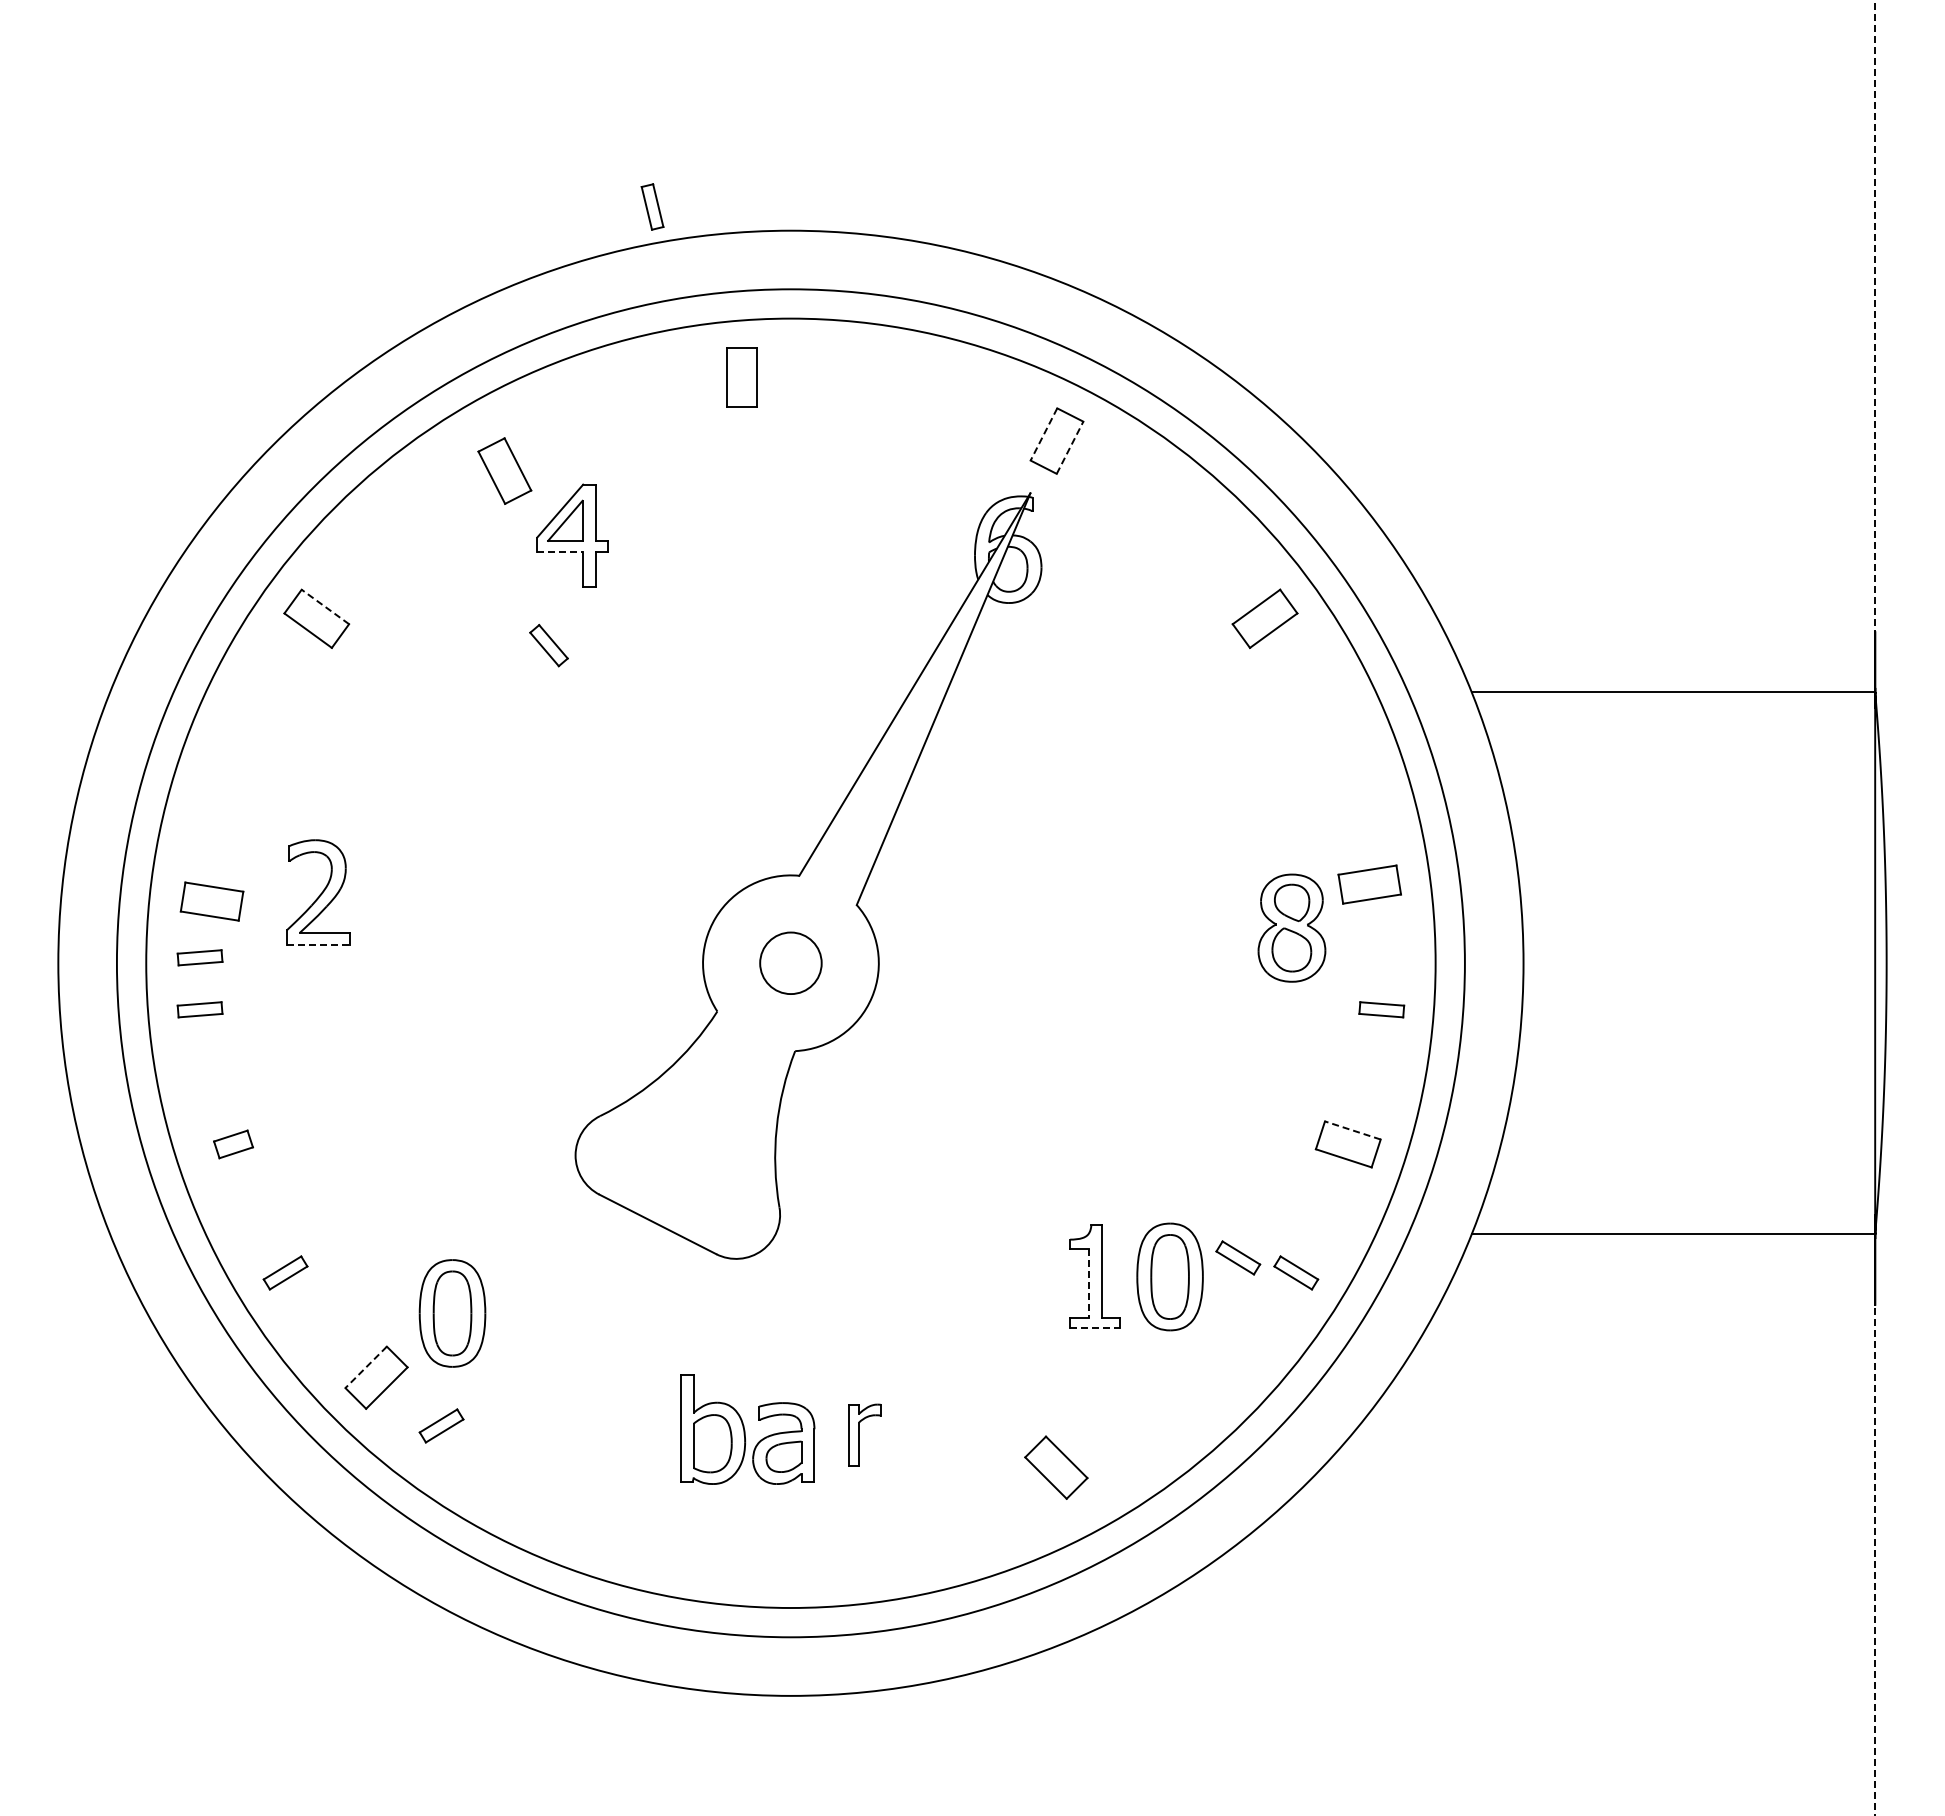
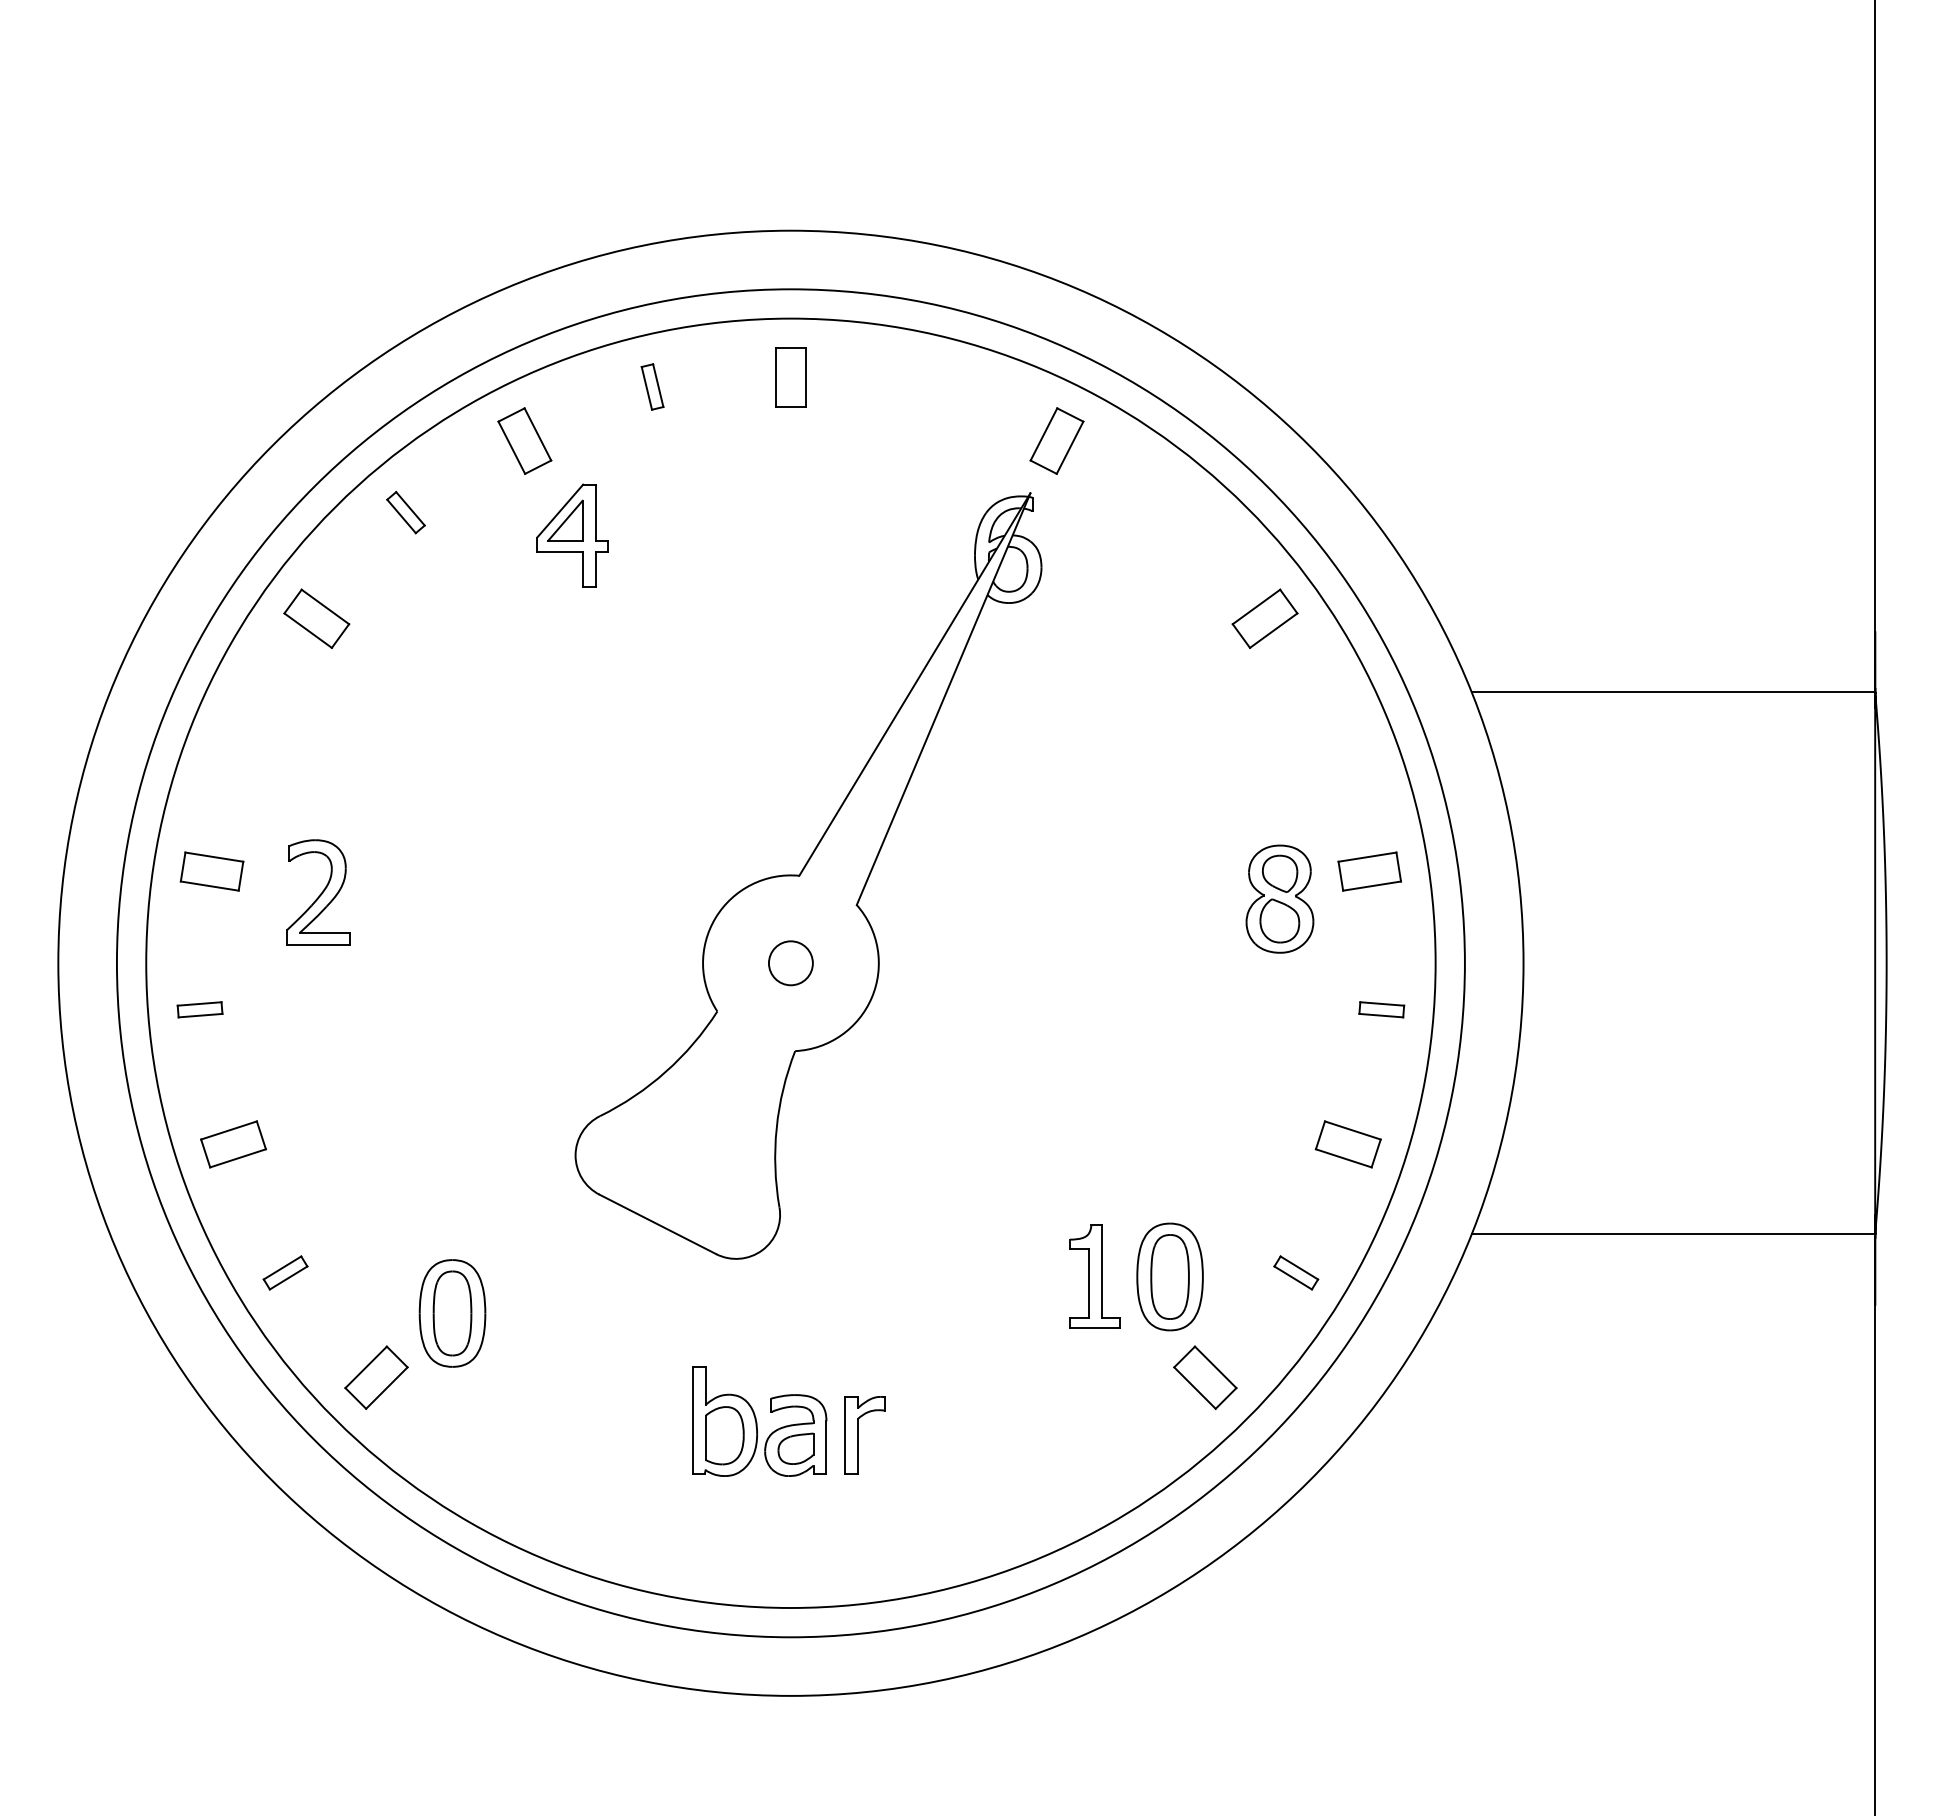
part at (652, 206) position: (652, 206) -> (652, 386)
line at (1875, 346): dashed -> solid
part at (741, 377) position: (741, 377) -> (790, 377)
line at (1043, 434): dashed -> solid
line at (1070, 447): dashed -> solid
part at (504, 470) position: (504, 470) -> (524, 440)
line at (559, 551): dashed -> solid
line at (325, 606): dashed -> solid
part at (548, 645) position: (548, 645) -> (405, 512)
part at (1369, 884) position: (1369, 884) -> (1369, 871)
part at (211, 901) position: (211, 901) -> (211, 871)
part at (1291, 927) position: (1291, 927) -> (1279, 898)
line at (318, 944): dashed -> solid
part at (199, 957): present -> none
circle at (790, 963) diameter: 62 px -> 44 px
line at (1352, 1130): dashed -> solid
part at (233, 1144) size: 41x31 px -> 67x49 px
part at (1238, 1257): present -> none
line at (1088, 1283): dashed -> solid
line at (1095, 1328): dashed -> solid
line at (365, 1367): dashed -> solid
part at (441, 1425): present -> none
part at (747, 1429) position: (747, 1429) -> (759, 1421)
part at (864, 1434) size: 34x64 px -> 42x79 px
part at (1056, 1467) position: (1056, 1467) -> (1205, 1377)
line at (1875, 1524): dashed -> solid
